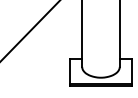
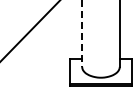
line at (82, 34): solid -> dashed
